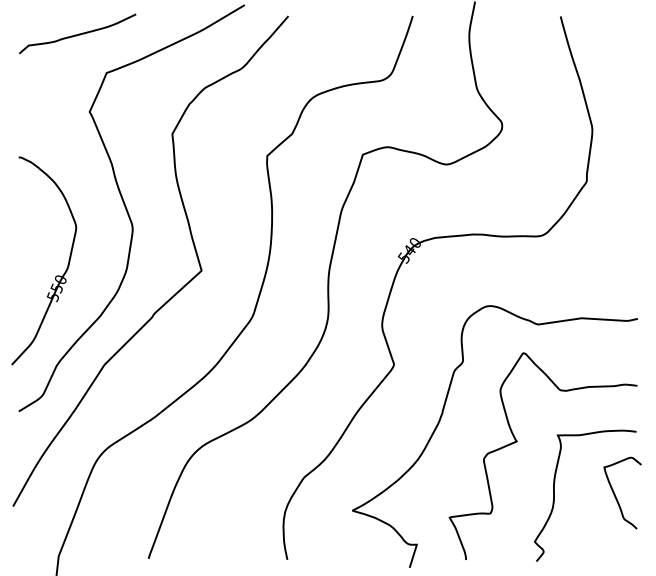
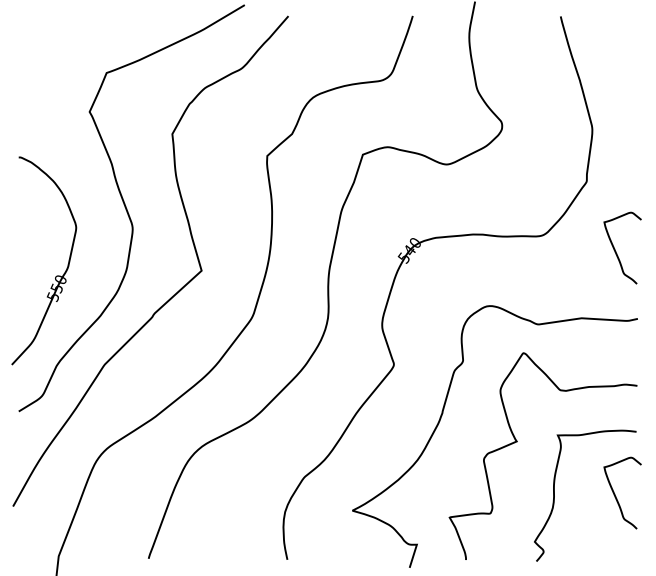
curve at (78, 33): present -> none
curve at (616, 251): none -> present
